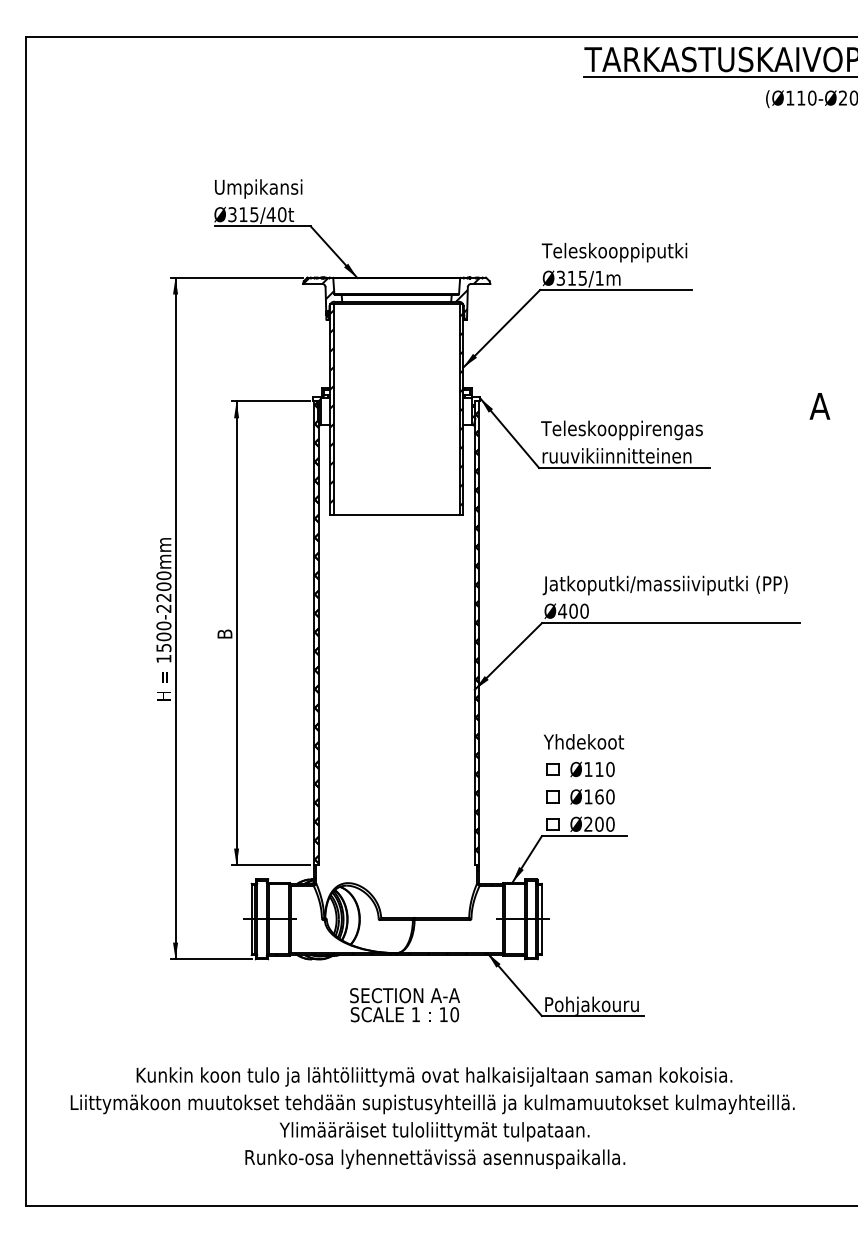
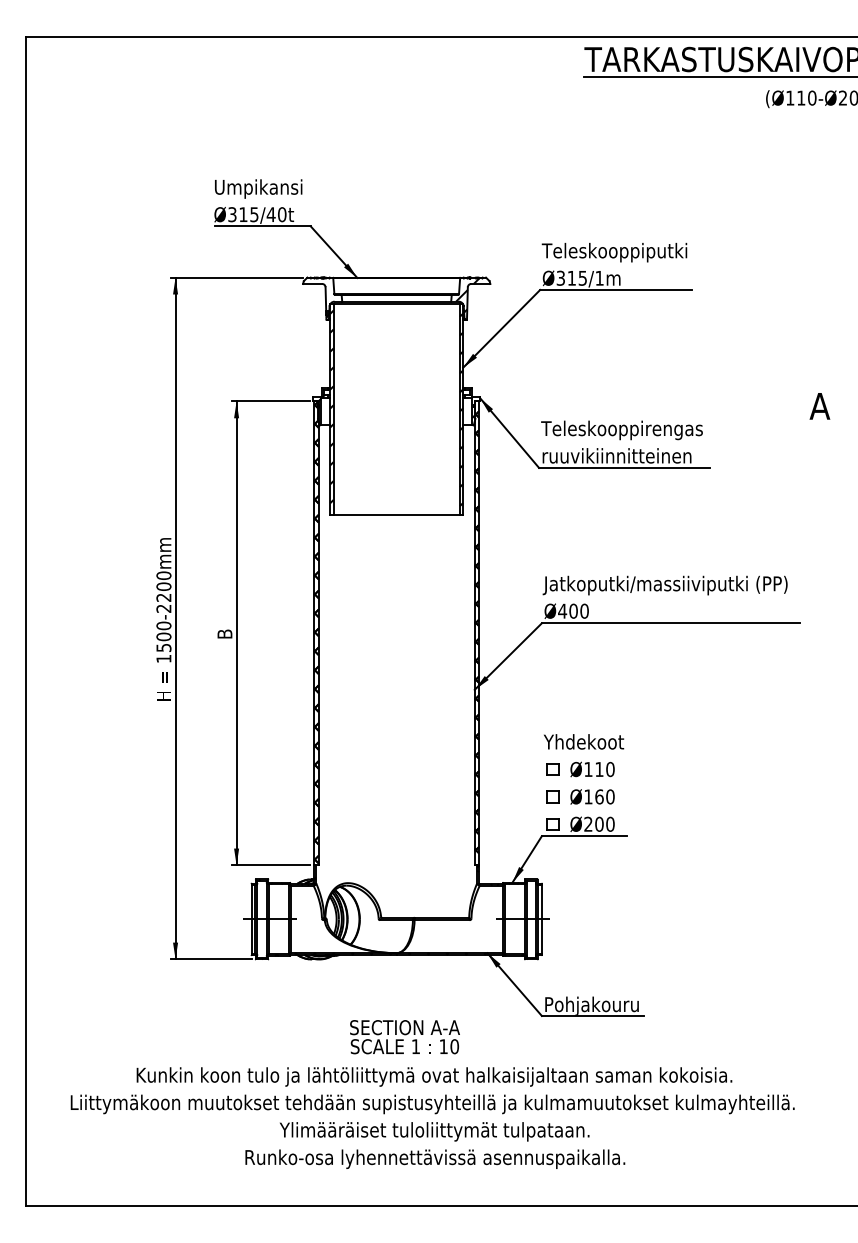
hatch at (318, 288): present -> none
text at (404, 1005) position: (404, 1005) -> (404, 1037)
